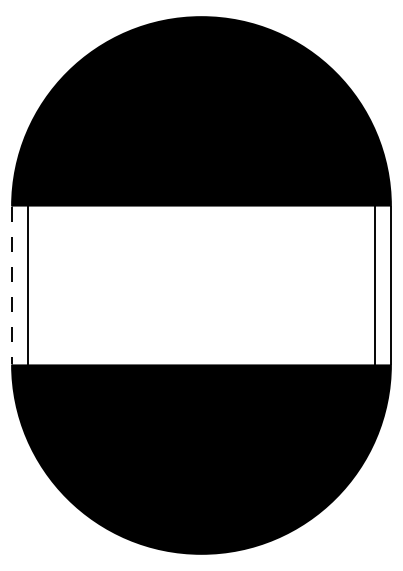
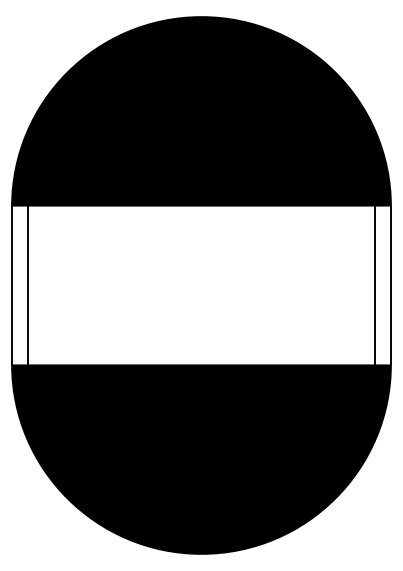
line at (12, 285): dashed -> solid
